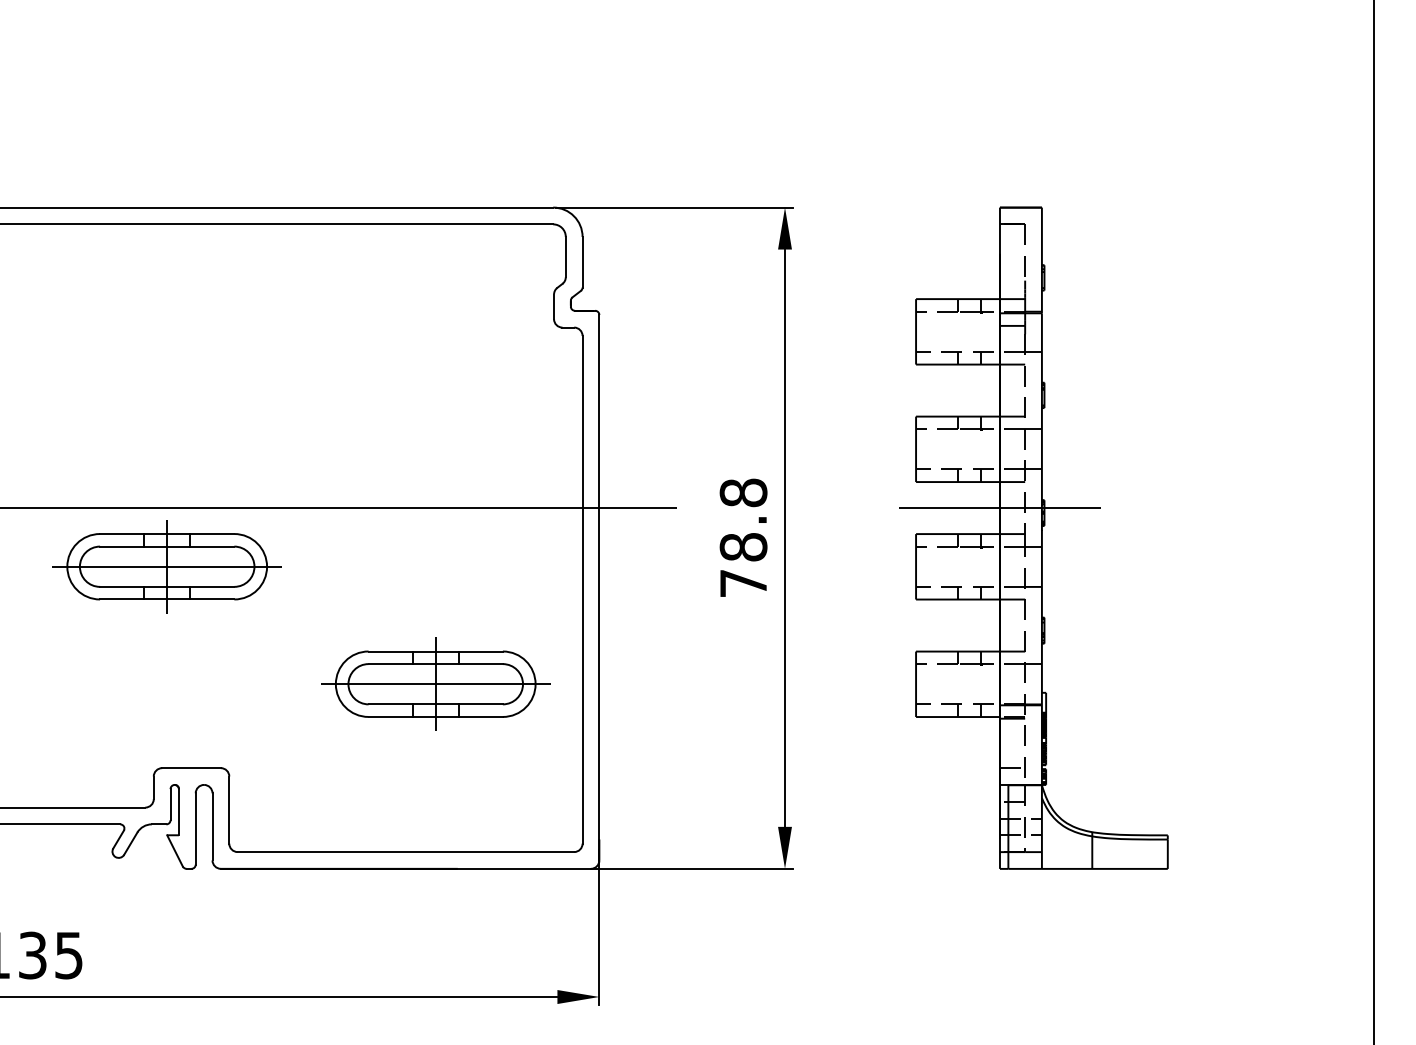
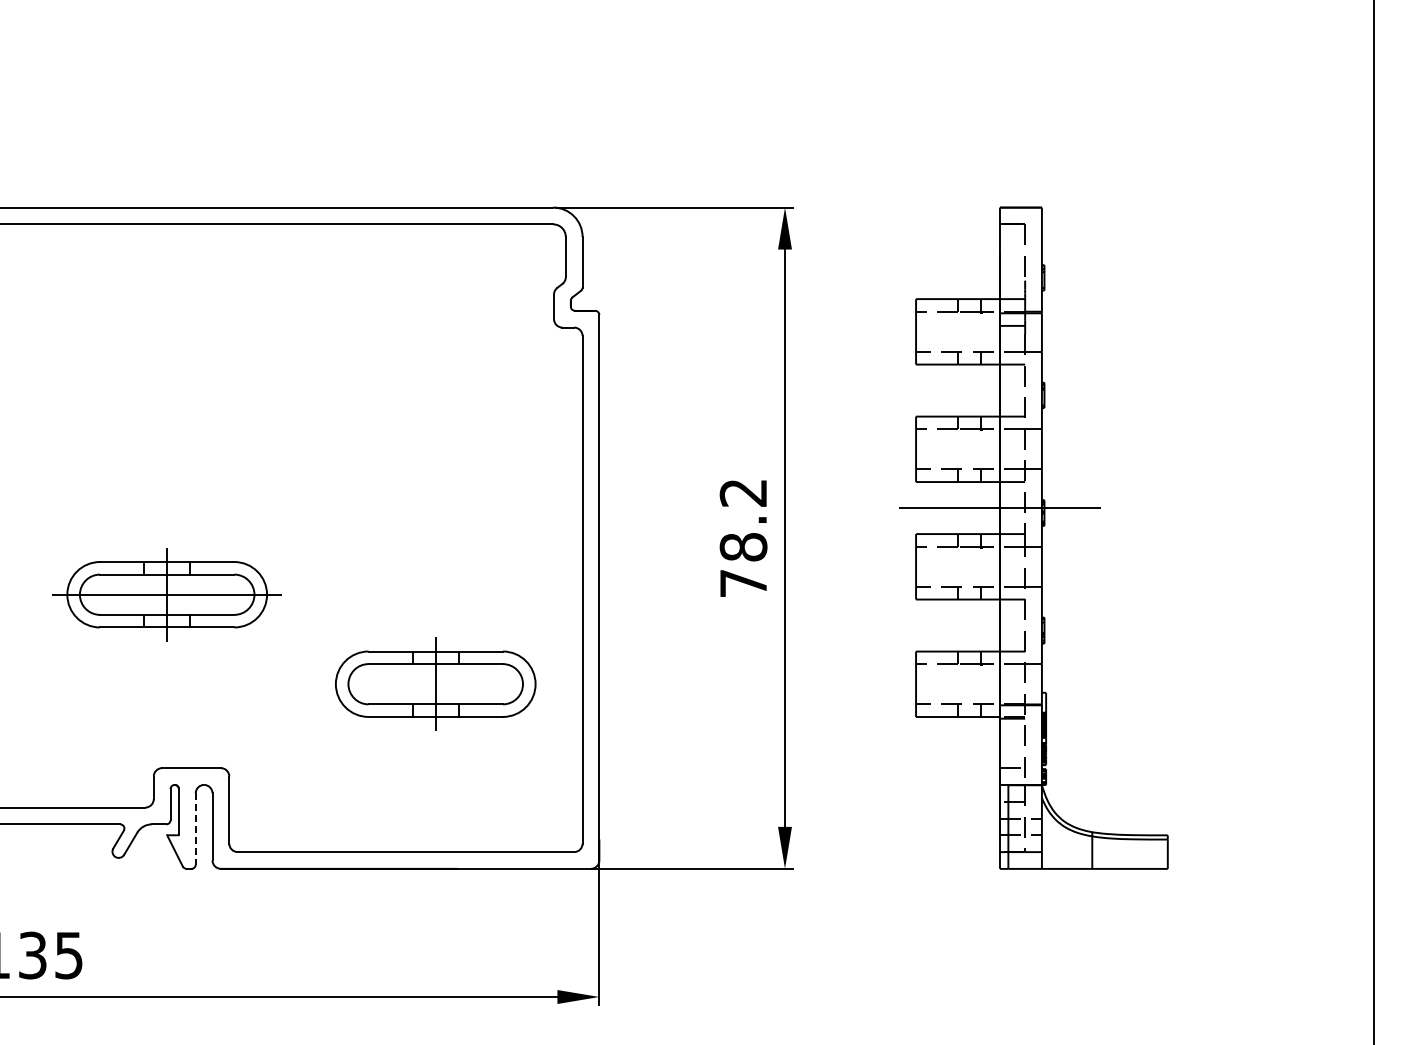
text at (743, 492): 78.8 -> 78.2
line at (339, 508): present -> none
part at (166, 566) position: (166, 566) -> (166, 594)
line at (435, 684): present -> none
line at (195, 828): solid -> dashed
